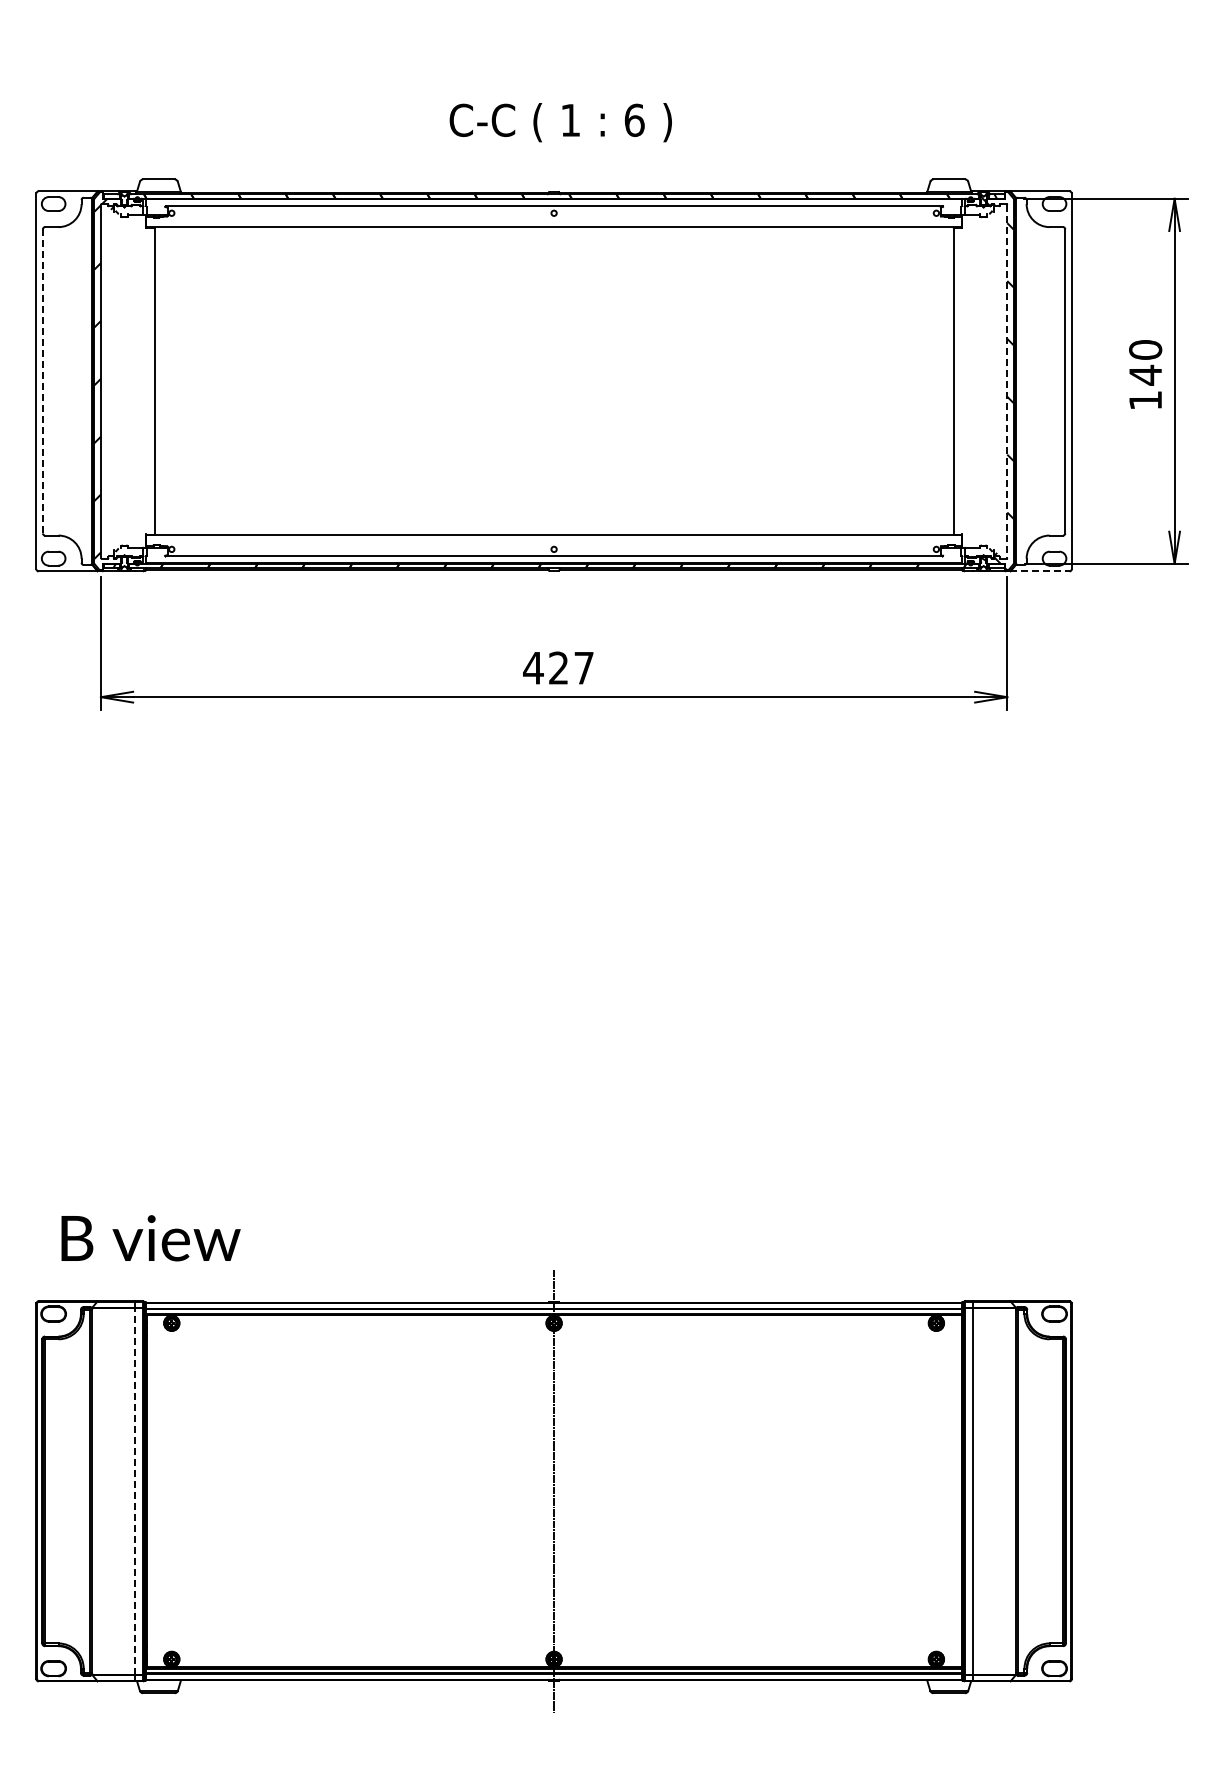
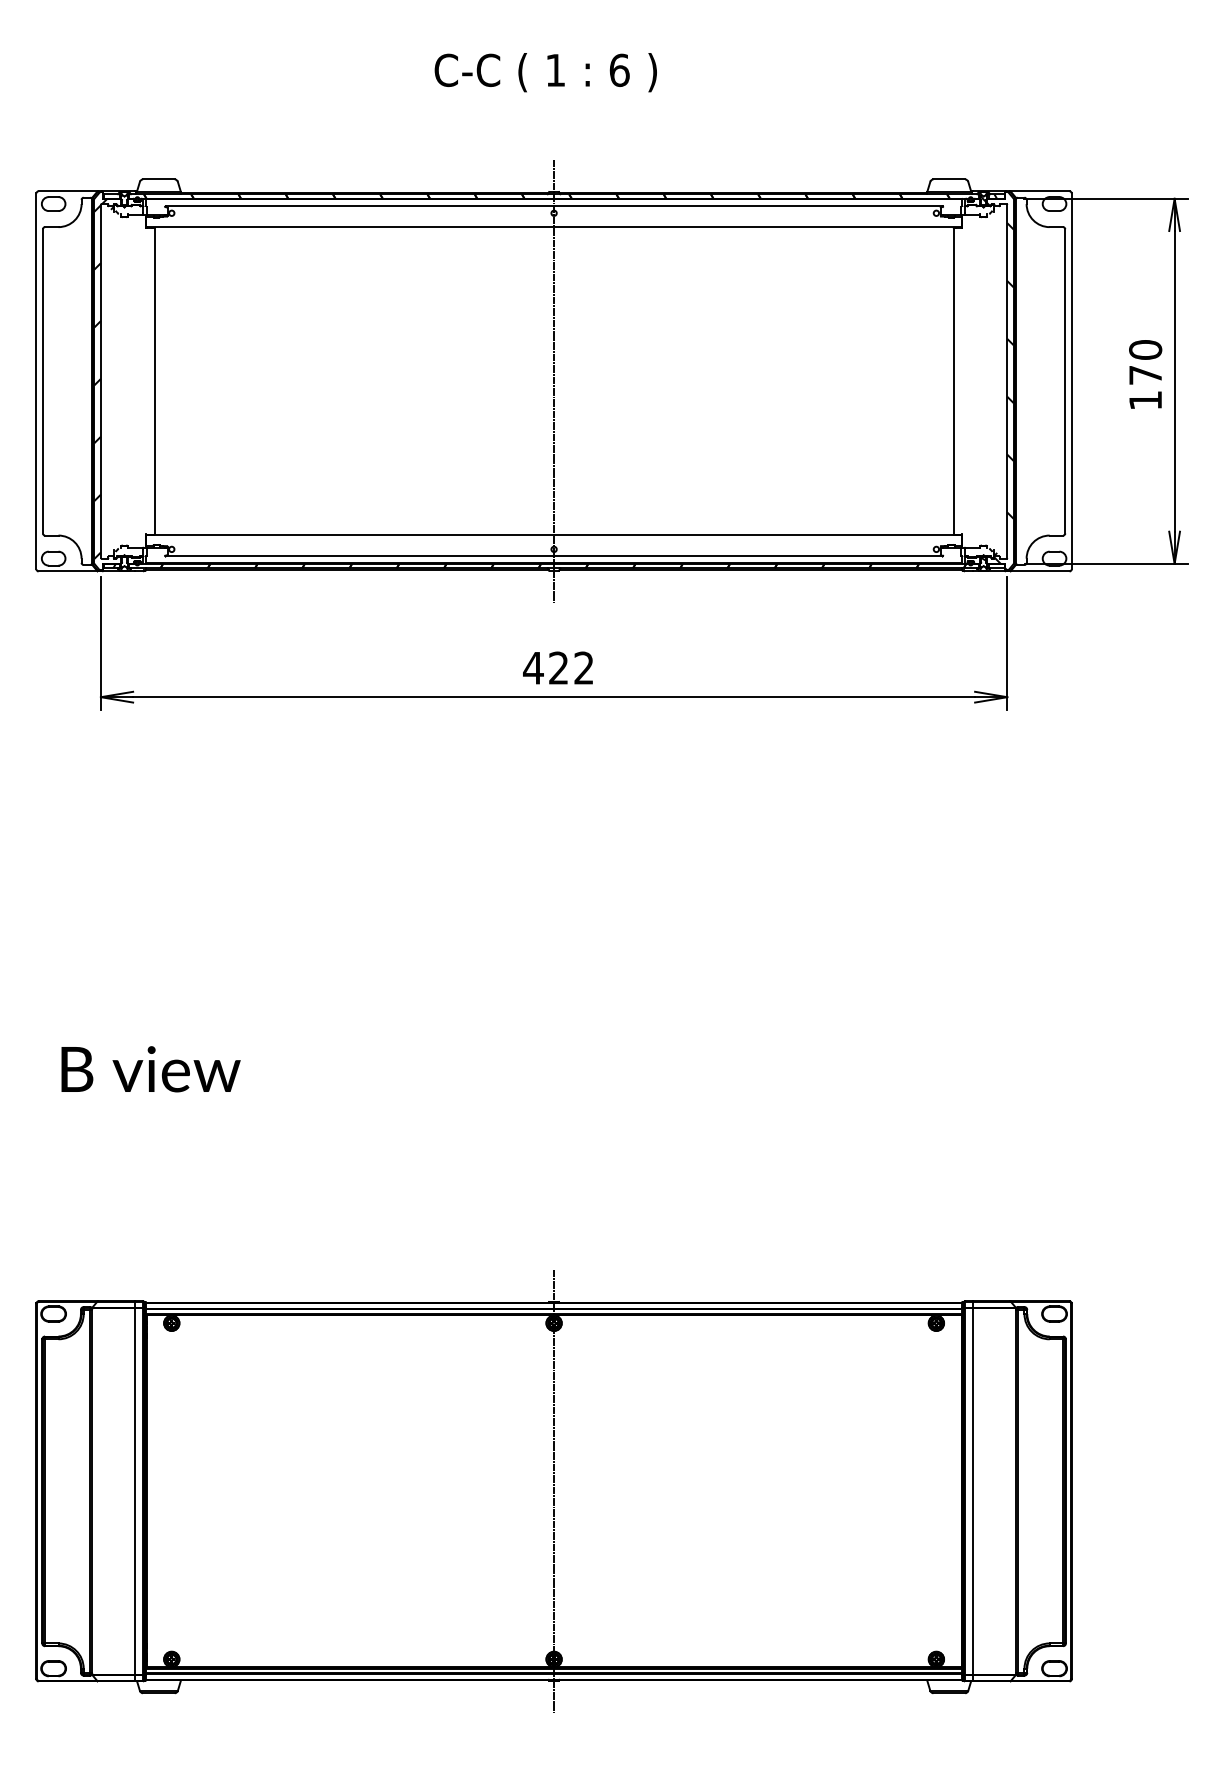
text at (560, 122) position: (560, 122) -> (545, 72)
text at (1145, 374): 140 -> 170
line at (42, 380): dashed -> solid
line at (554, 381): none -> present
line at (1007, 381): dashed -> solid
line at (1039, 571): dashed -> solid
text at (583, 667): 427 -> 422
text at (150, 1238) position: (150, 1238) -> (150, 1069)
line at (135, 1490): dashed -> solid
